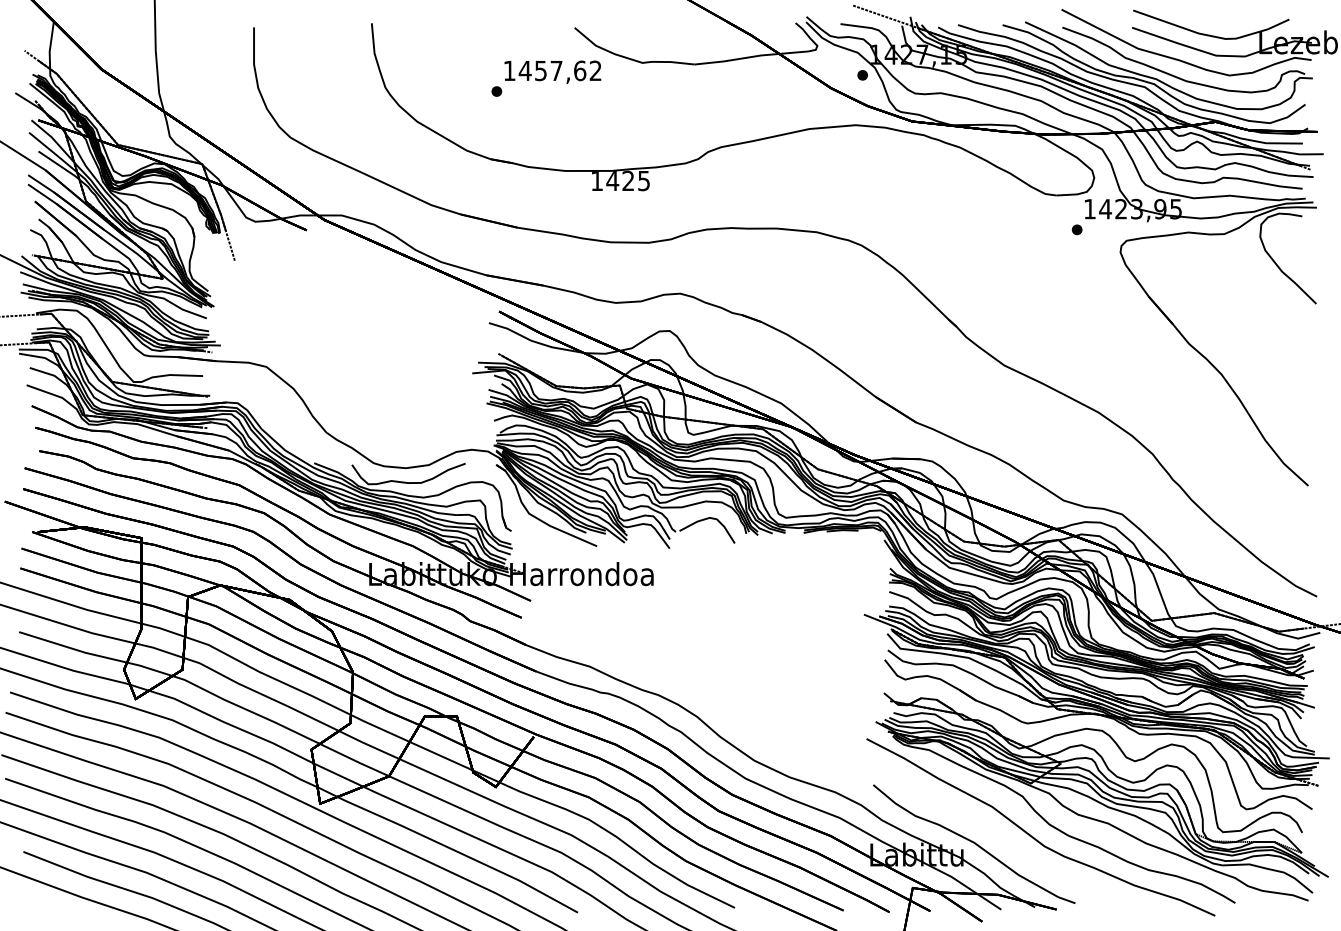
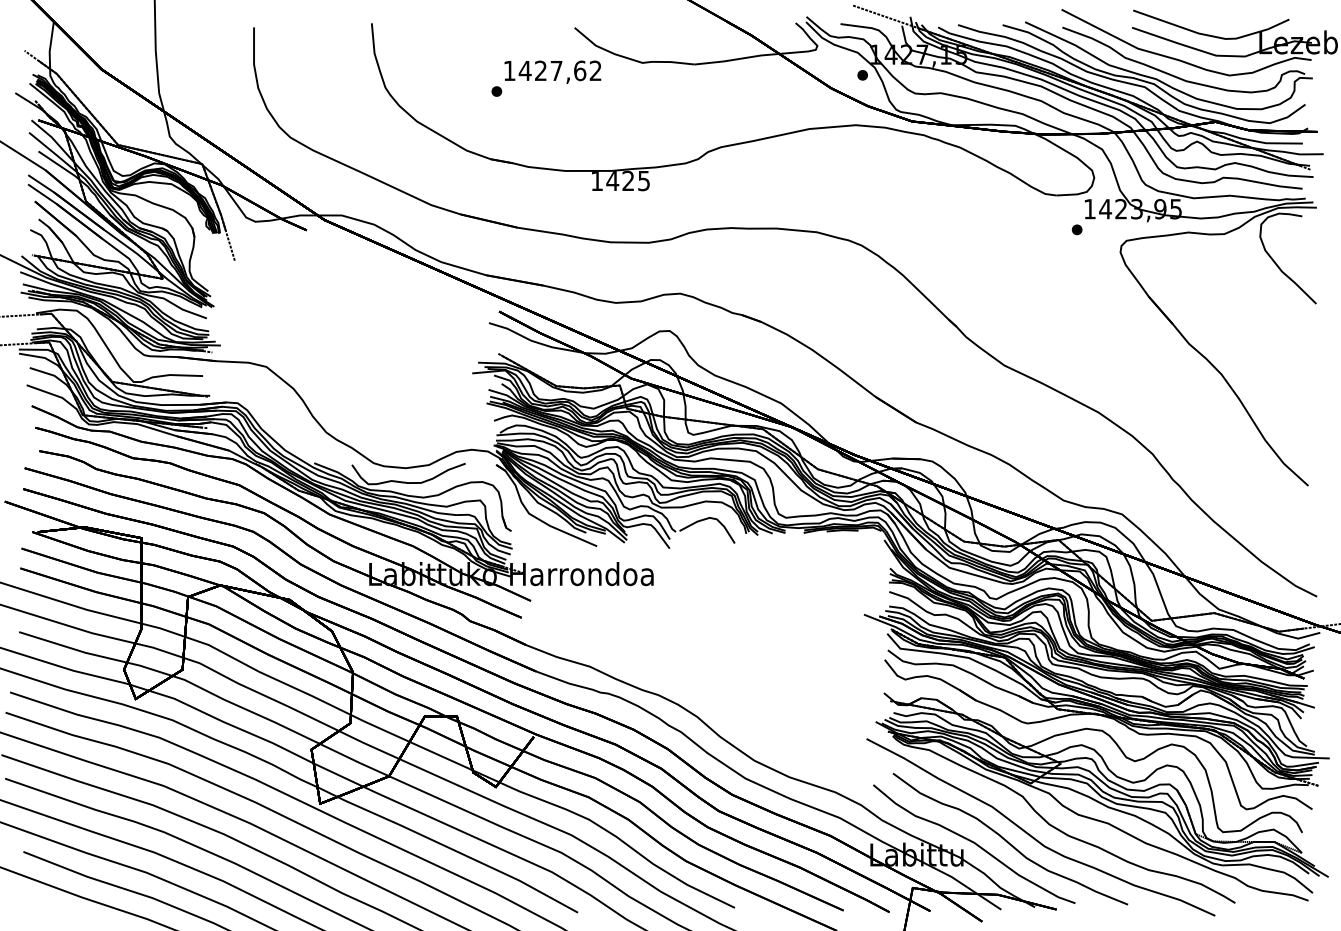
text at (540, 70): 1457,62 -> 1427,62
curve at (1007, 840): none -> present
